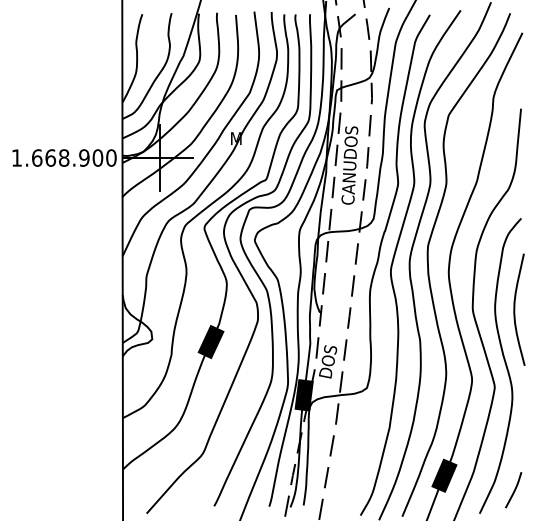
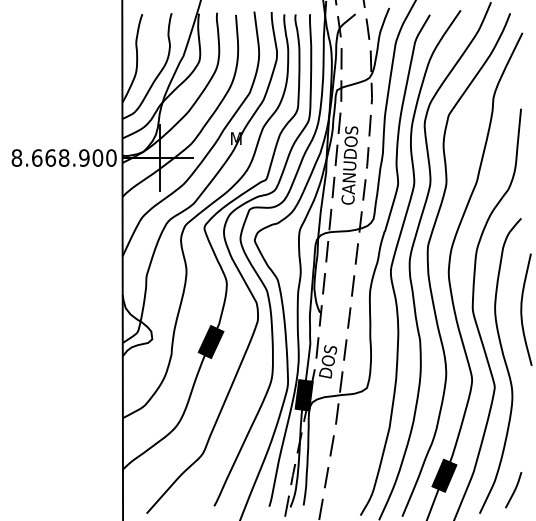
text at (16, 157): 1.668.900 -> 8.668.900
curve at (515, 309) position: (515, 309) -> (522, 309)
